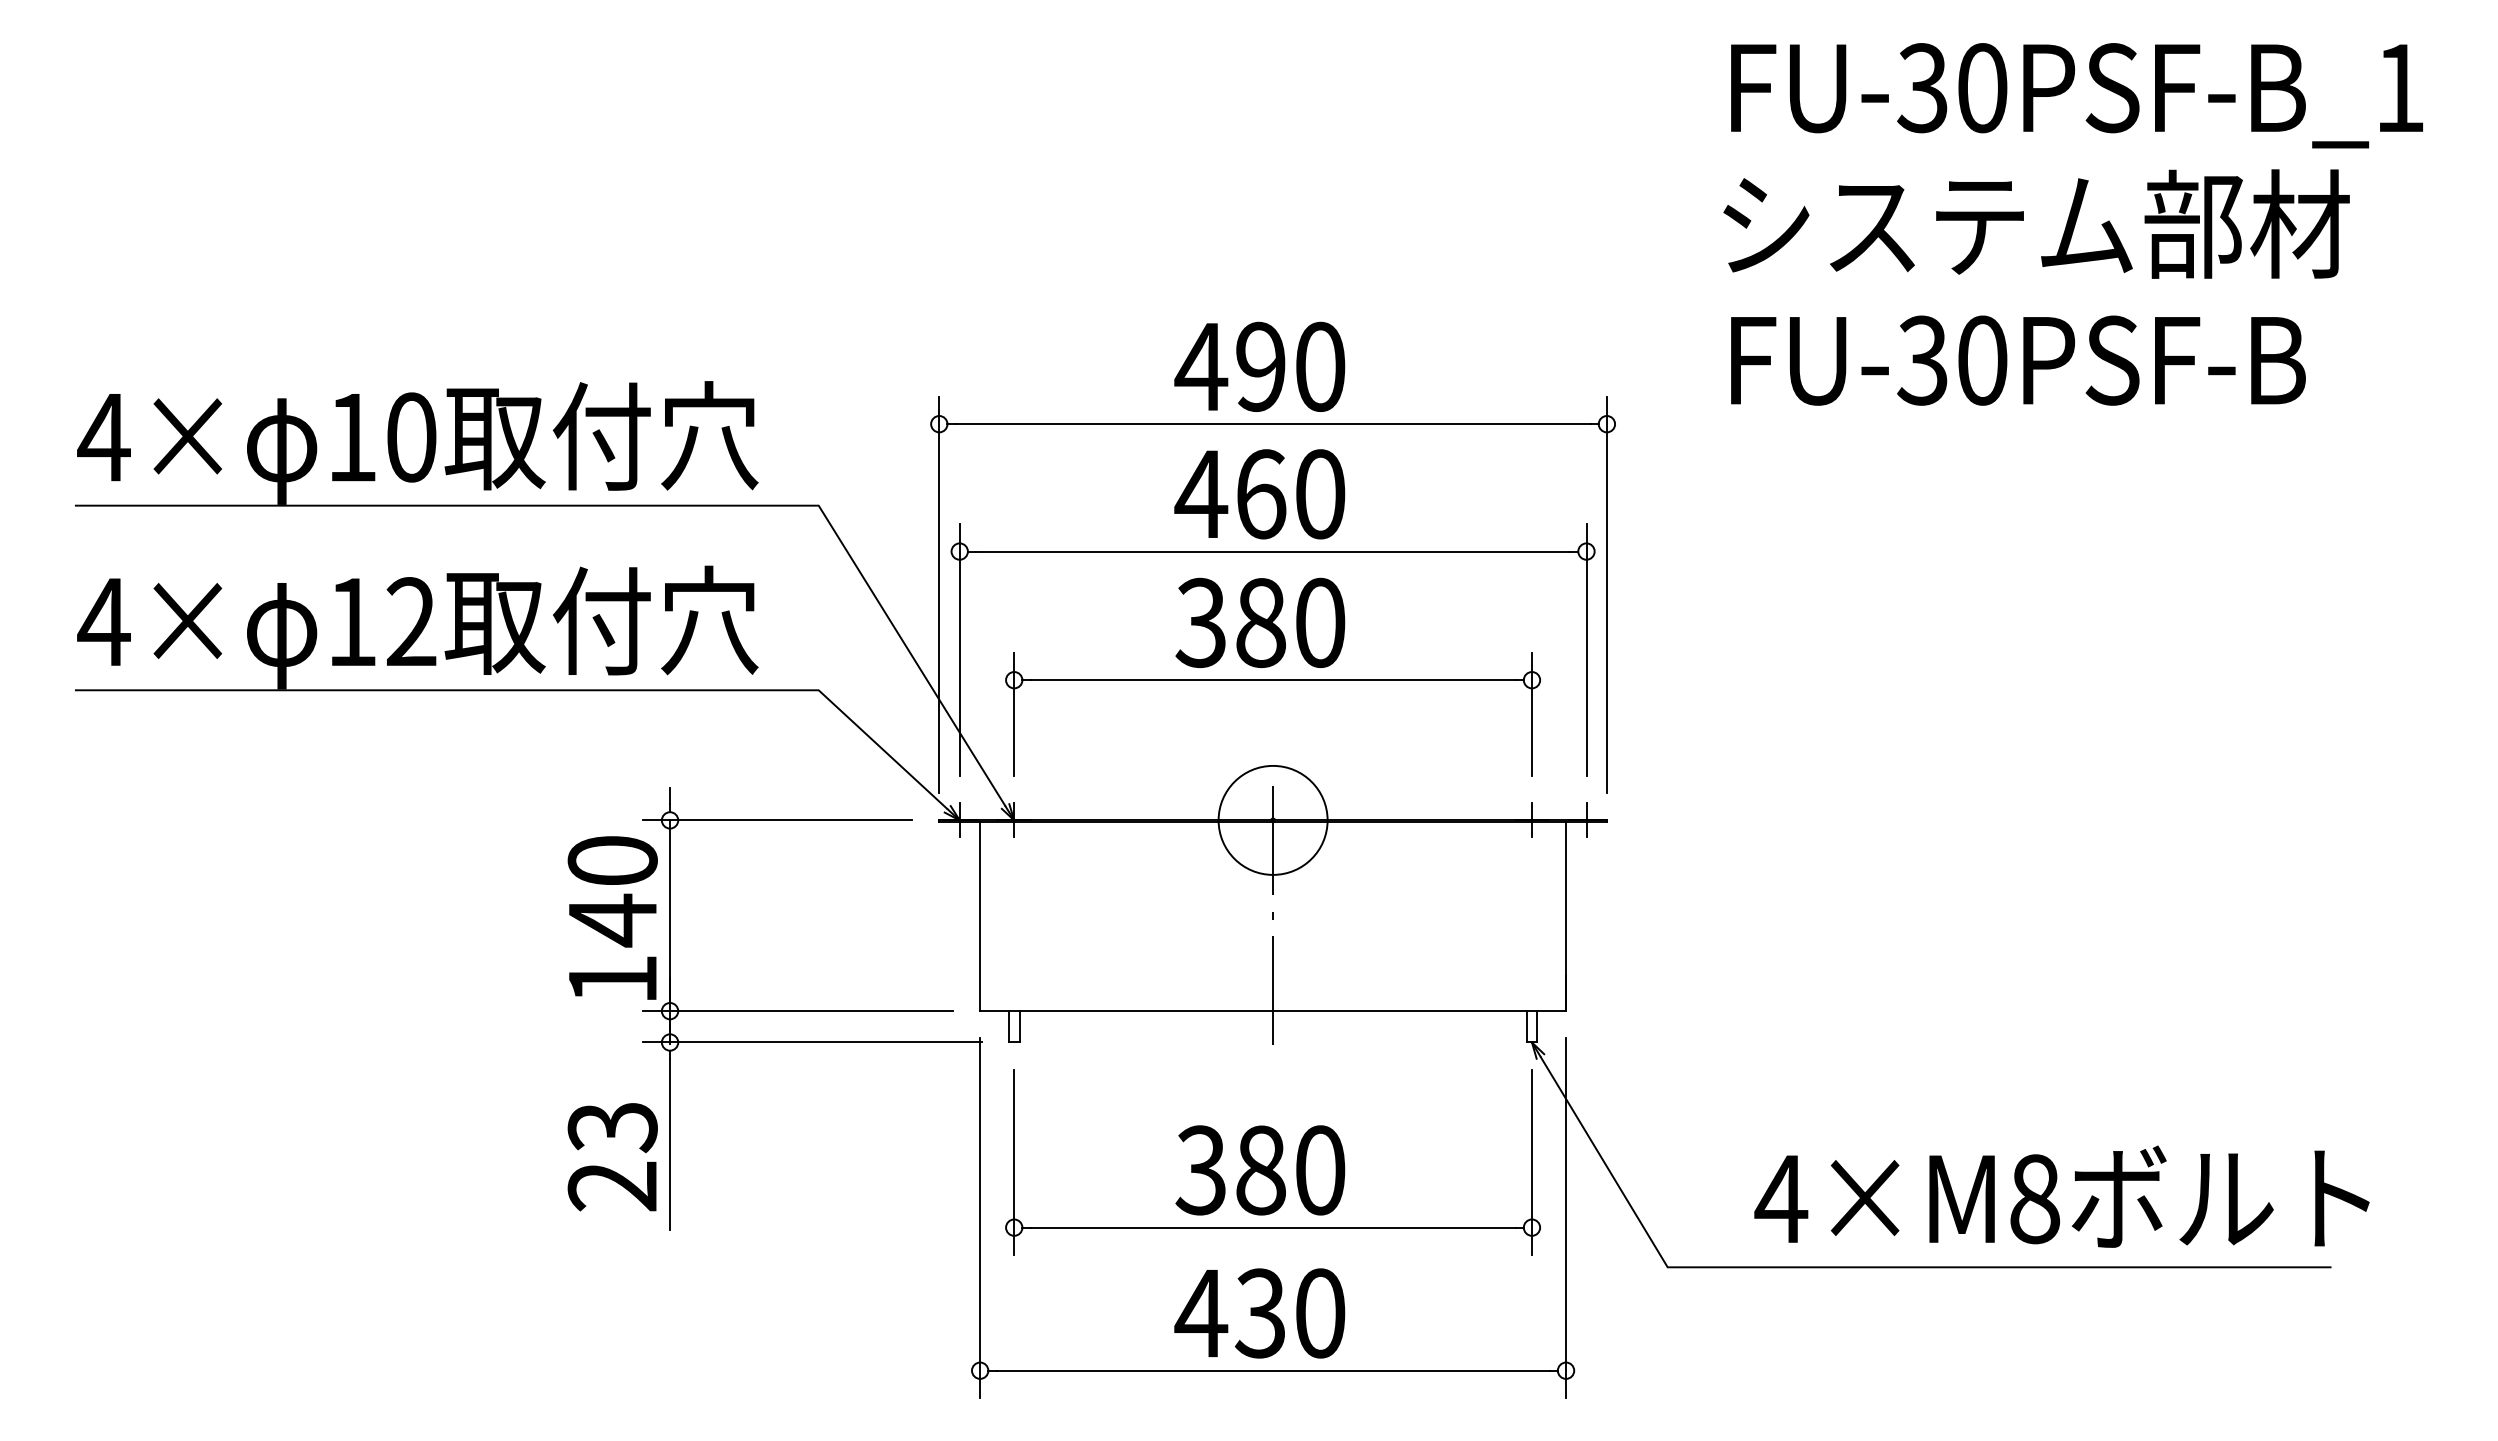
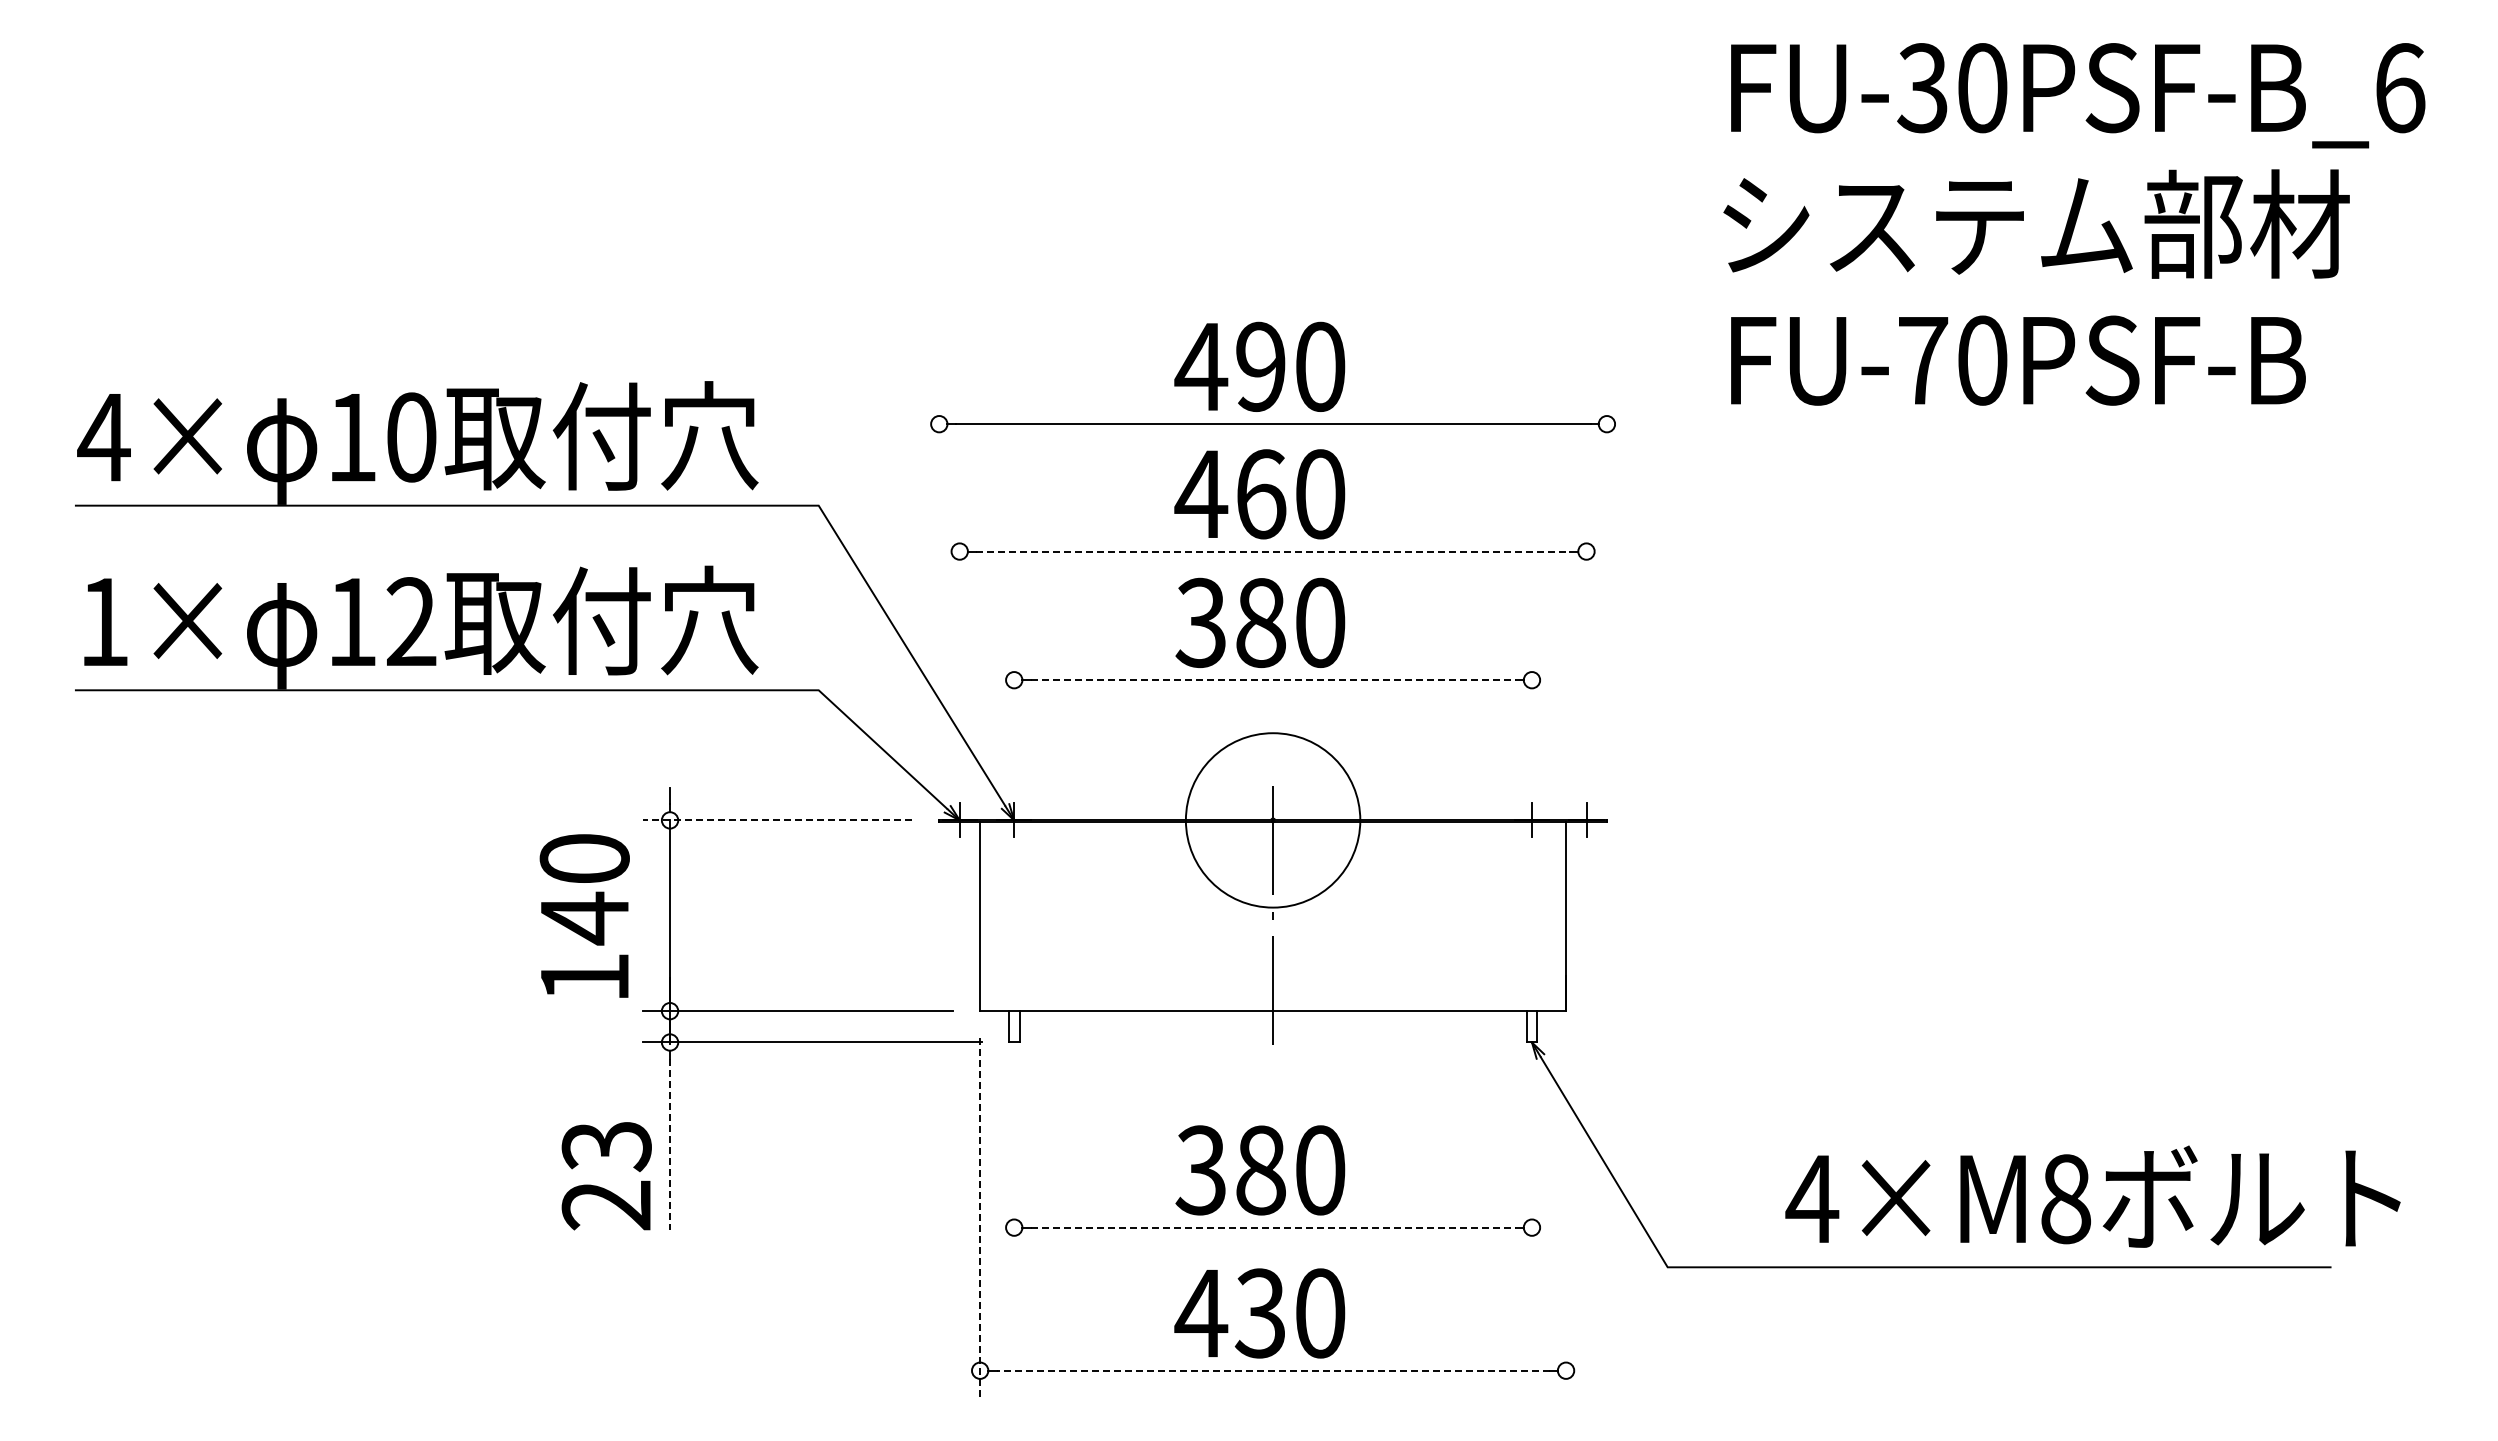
text at (2400, 88): FU-30PSF-B_1 -> FU-30PSF-B_6
text at (1922, 360): FU-30PSF-B -> FU-70PSF-B
line at (1273, 551): solid -> dashed
line at (939, 594): present -> none
line at (1606, 594): present -> none
text at (103, 621): 4× -> 1×
line at (959, 650): present -> none
line at (1586, 650): present -> none
line at (1273, 680): solid -> dashed
line at (1014, 714): present -> none
line at (1531, 714): present -> none
circle at (1272, 819) diameter: 109 px -> 174 px
line at (777, 820): solid -> dashed
text at (612, 917) position: (612, 917) -> (584, 915)
line at (670, 1144): solid -> dashed
text at (612, 1157) position: (612, 1157) -> (606, 1176)
line at (1014, 1161): present -> none
line at (1531, 1161): present -> none
text at (2061, 1196) position: (2061, 1196) -> (2092, 1196)
line at (1566, 1217): present -> none
line at (980, 1218): solid -> dashed
line at (1273, 1227): solid -> dashed
line at (1273, 1370): solid -> dashed
